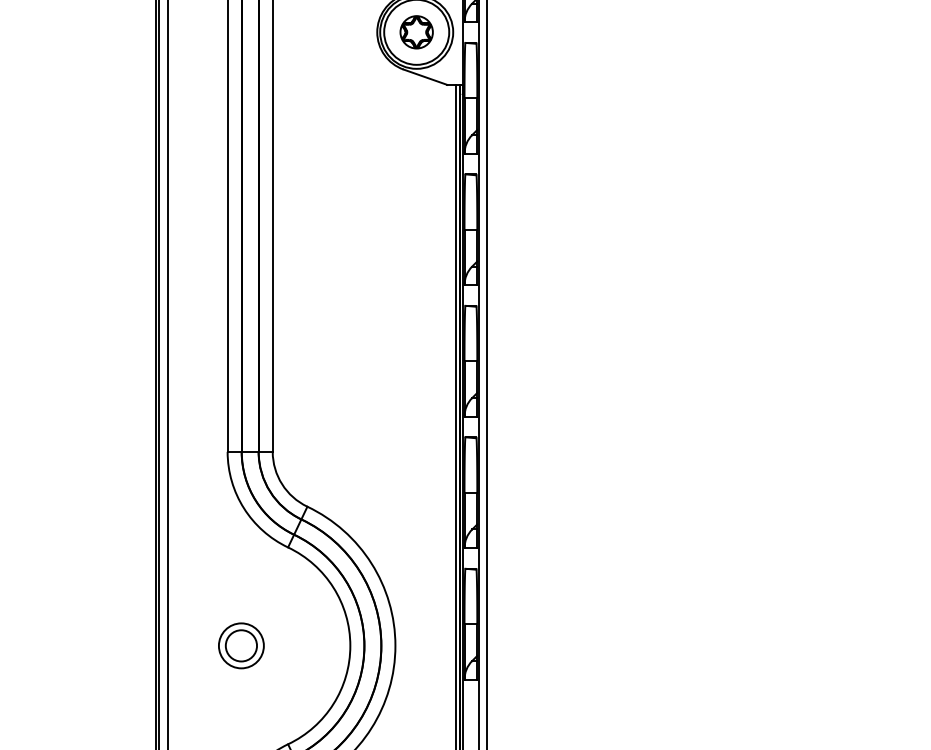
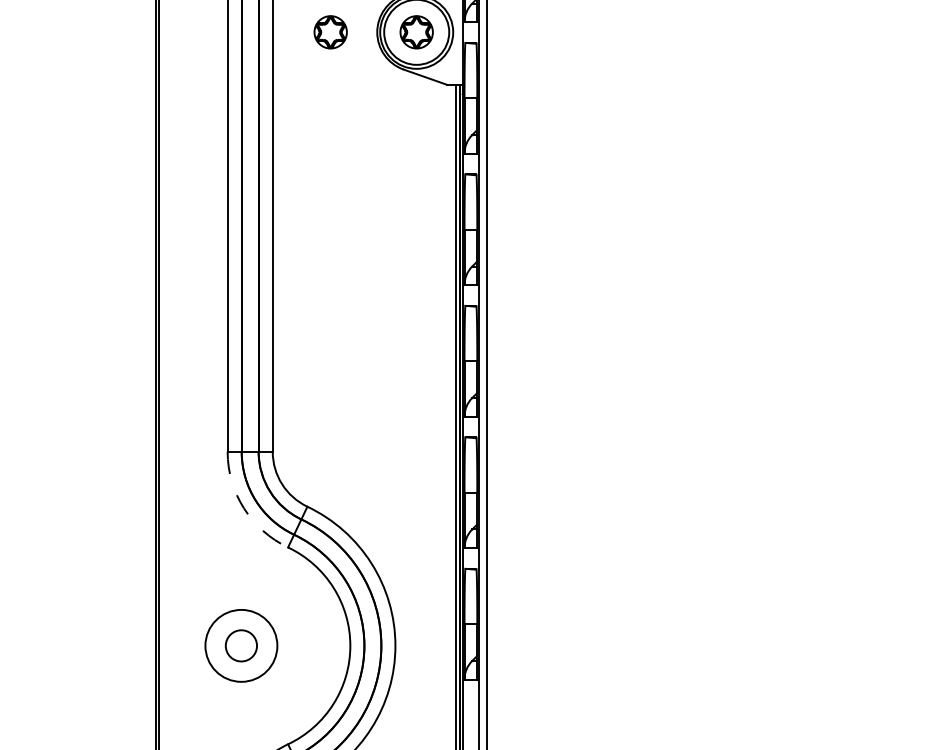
part at (330, 32): none -> present
line at (168, 374): present -> none
arc at (244, 508): solid -> dashed
circle at (240, 645) diameter: 45 px -> 72 px
